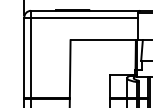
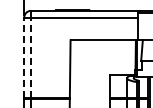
line at (24, 57): solid -> dashed
line at (31, 57): solid -> dashed
